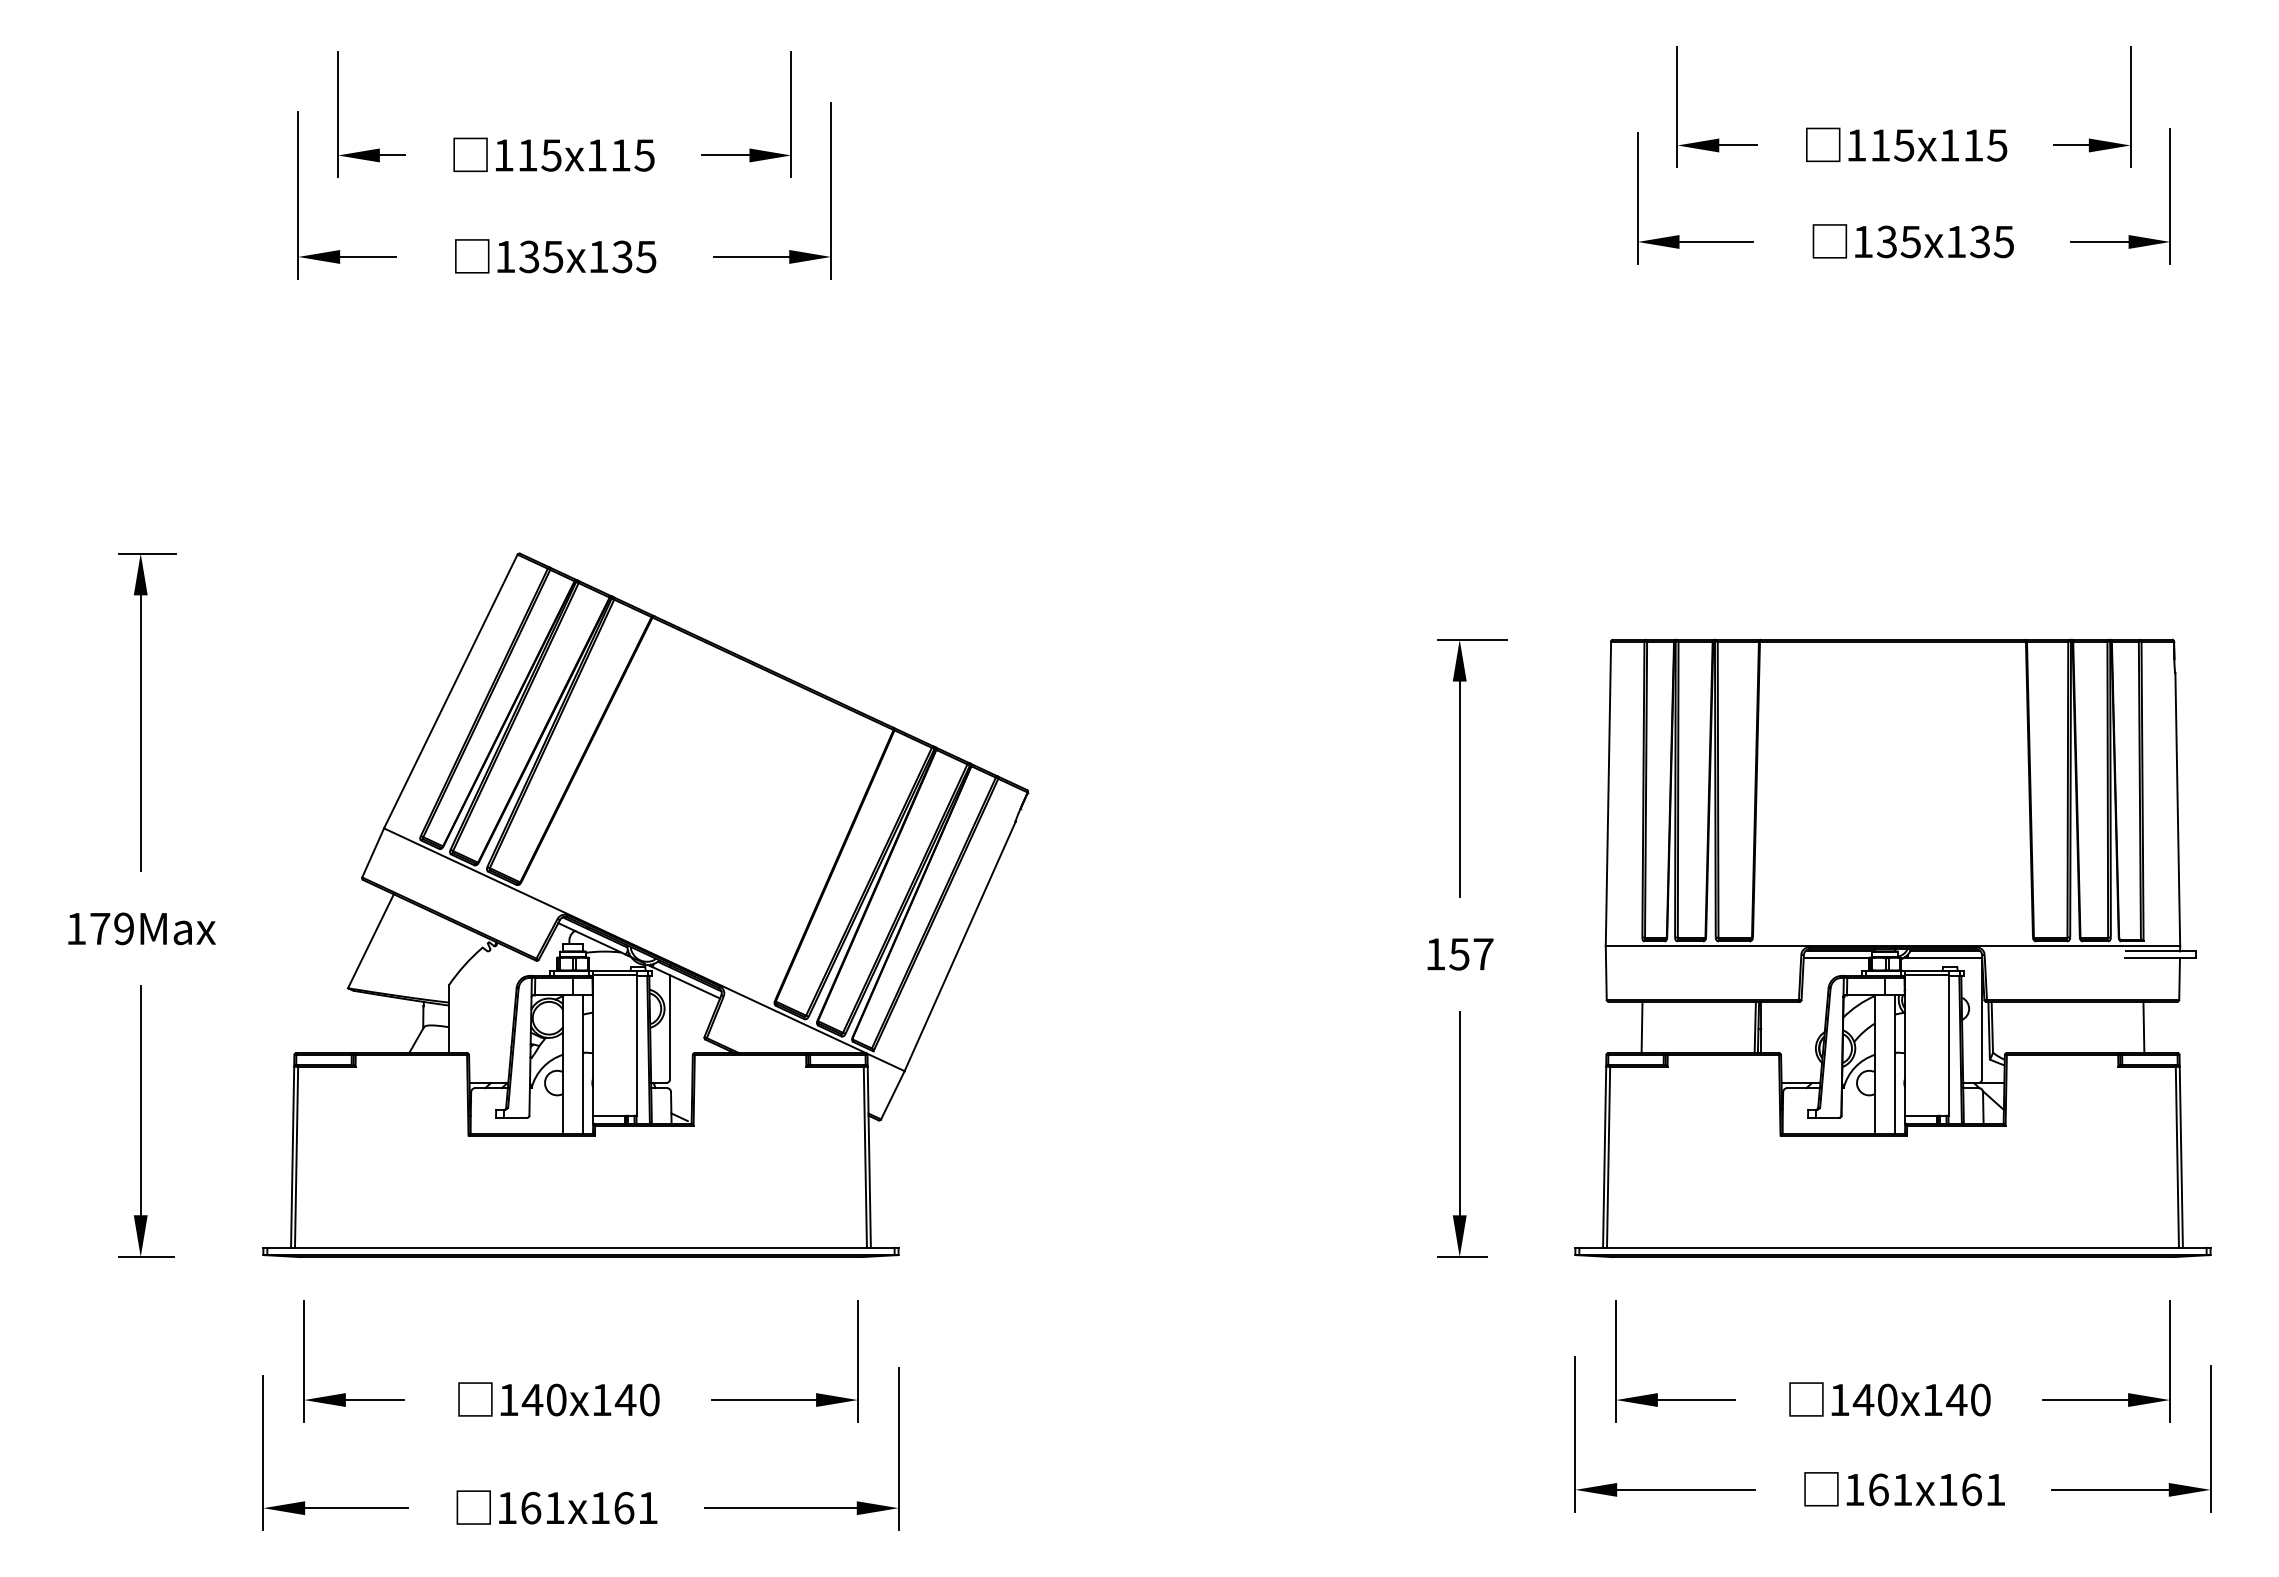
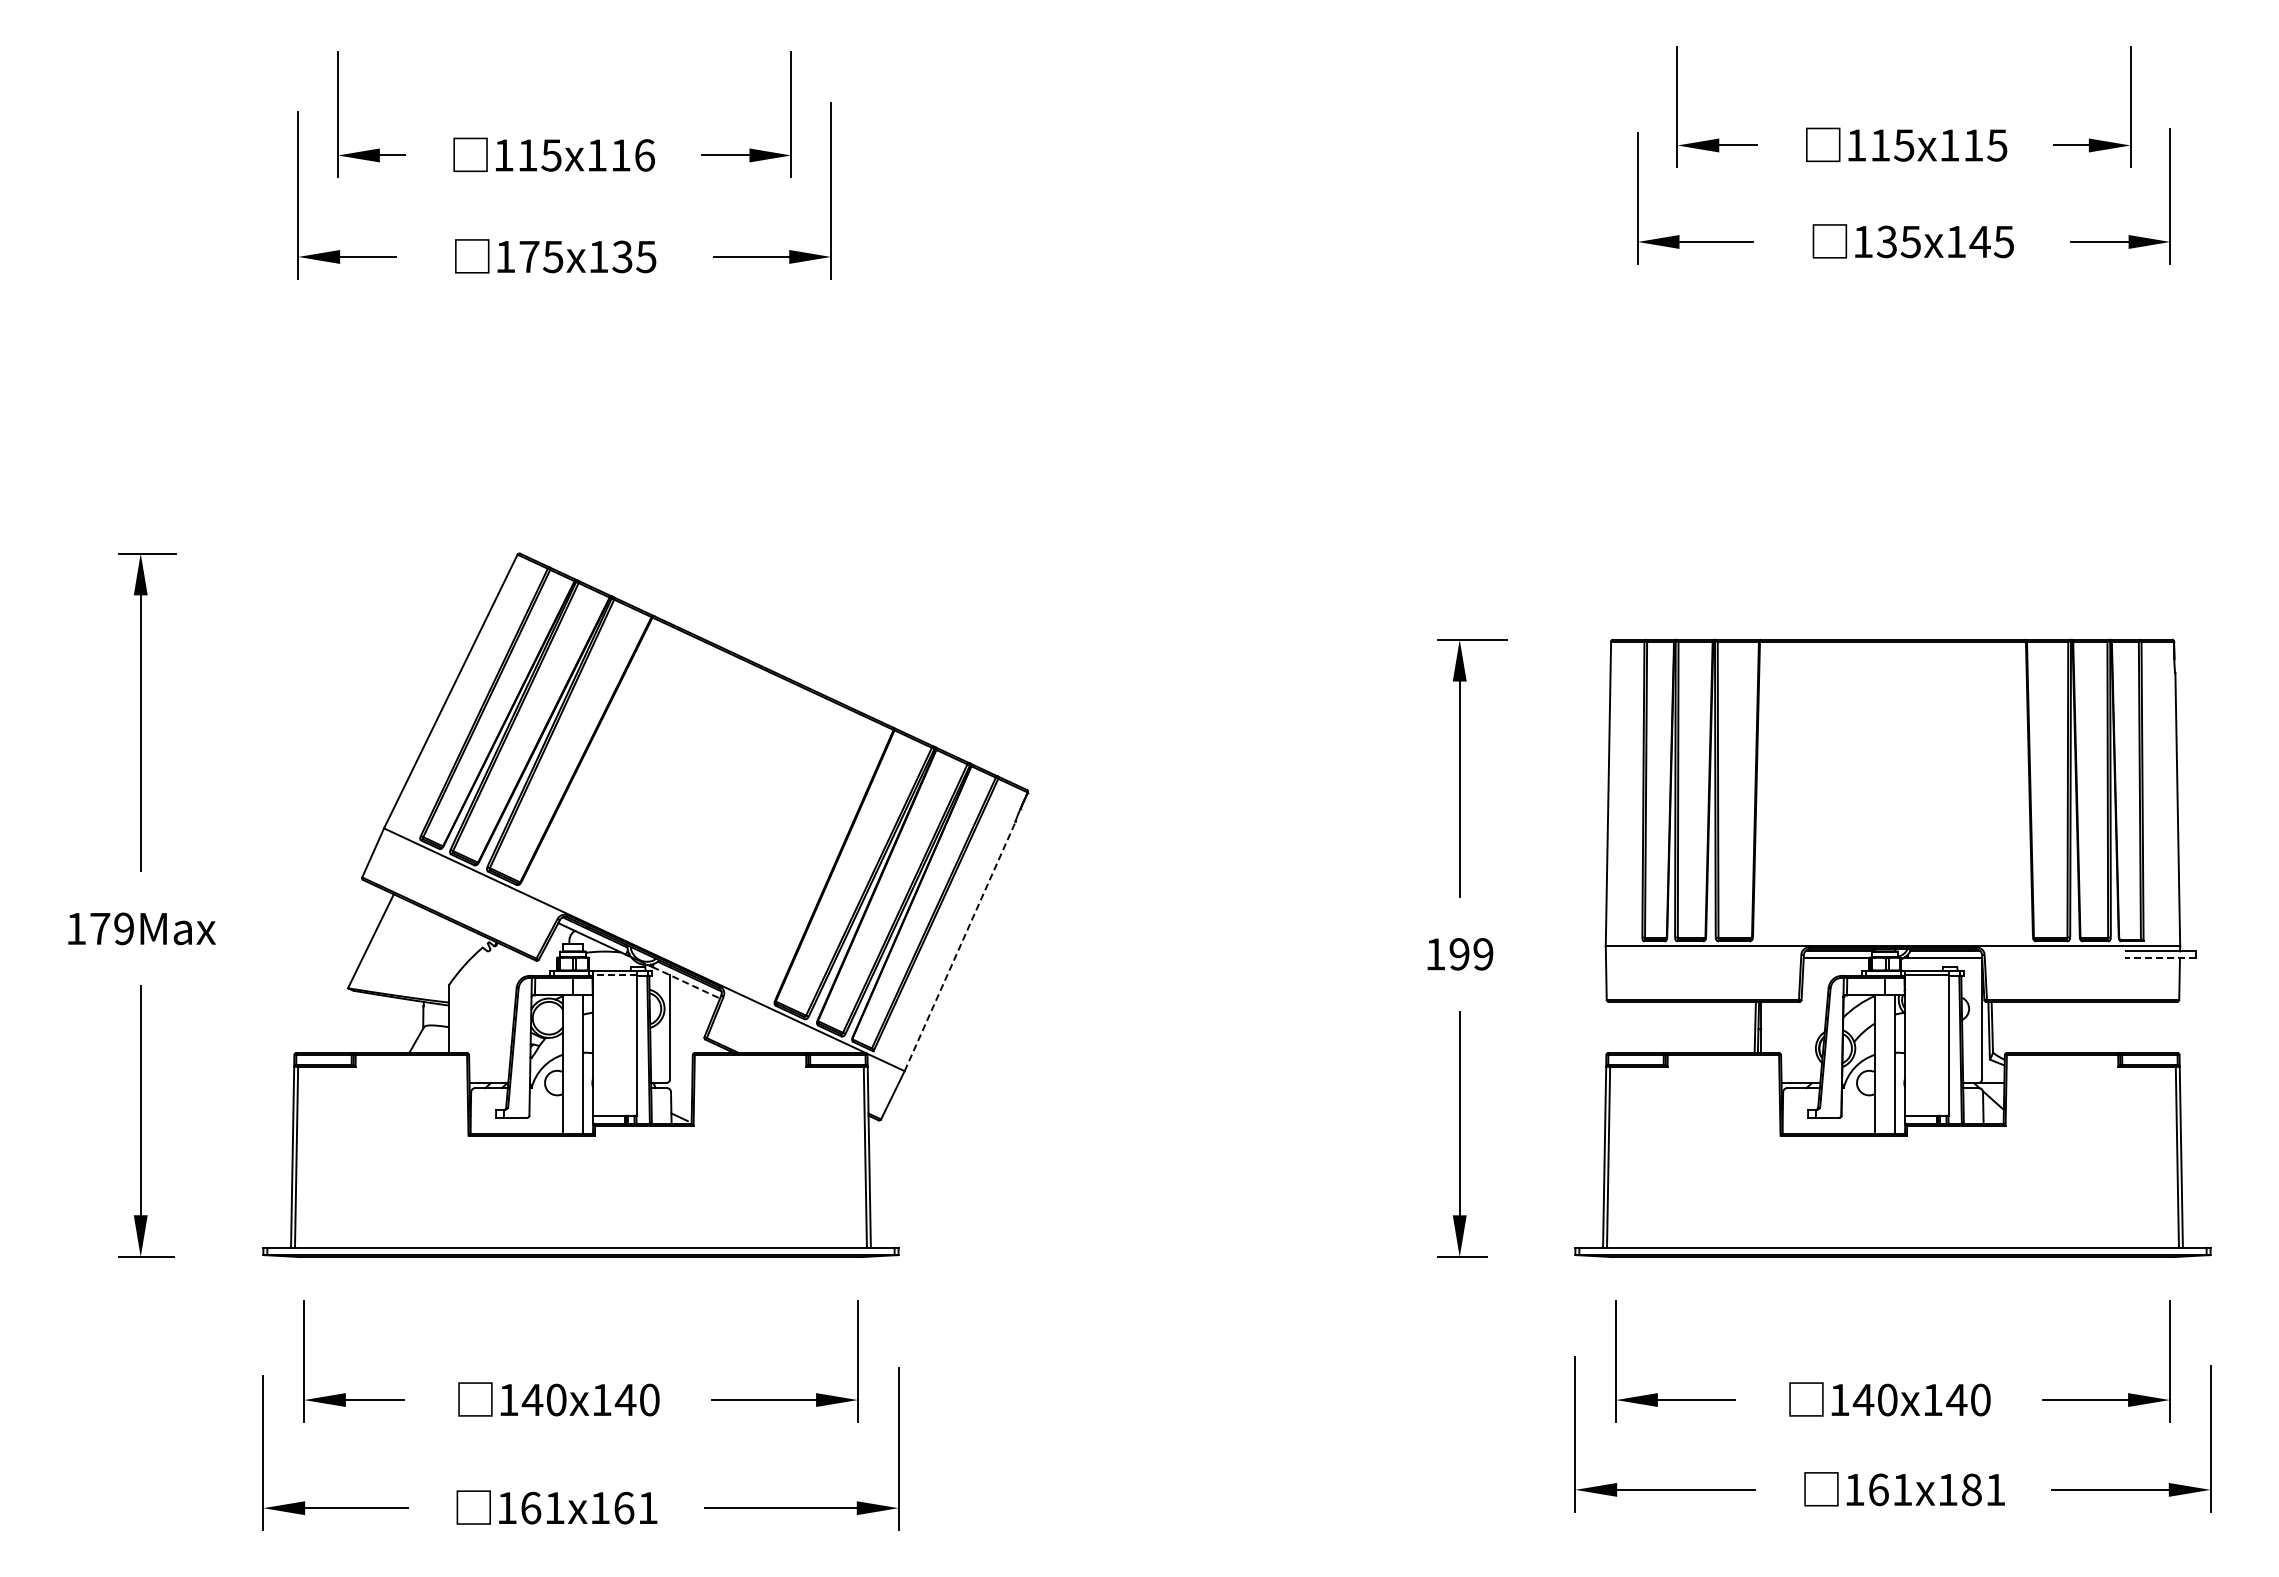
text at (644, 155): 115x115 -> 115x116
text at (1979, 241): 135x135 -> 135x145
text at (529, 256): 135x135 -> 175x135
line at (960, 946): solid -> dashed
text at (1471, 954): 157 -> 199
line at (2160, 958): solid -> dashed
line at (615, 975): solid -> dashed
line at (686, 983): solid -> dashed
line at (1641, 1027): present -> none
line at (2143, 1027): present -> none
text at (1971, 1489): 161x161 -> 161x181
